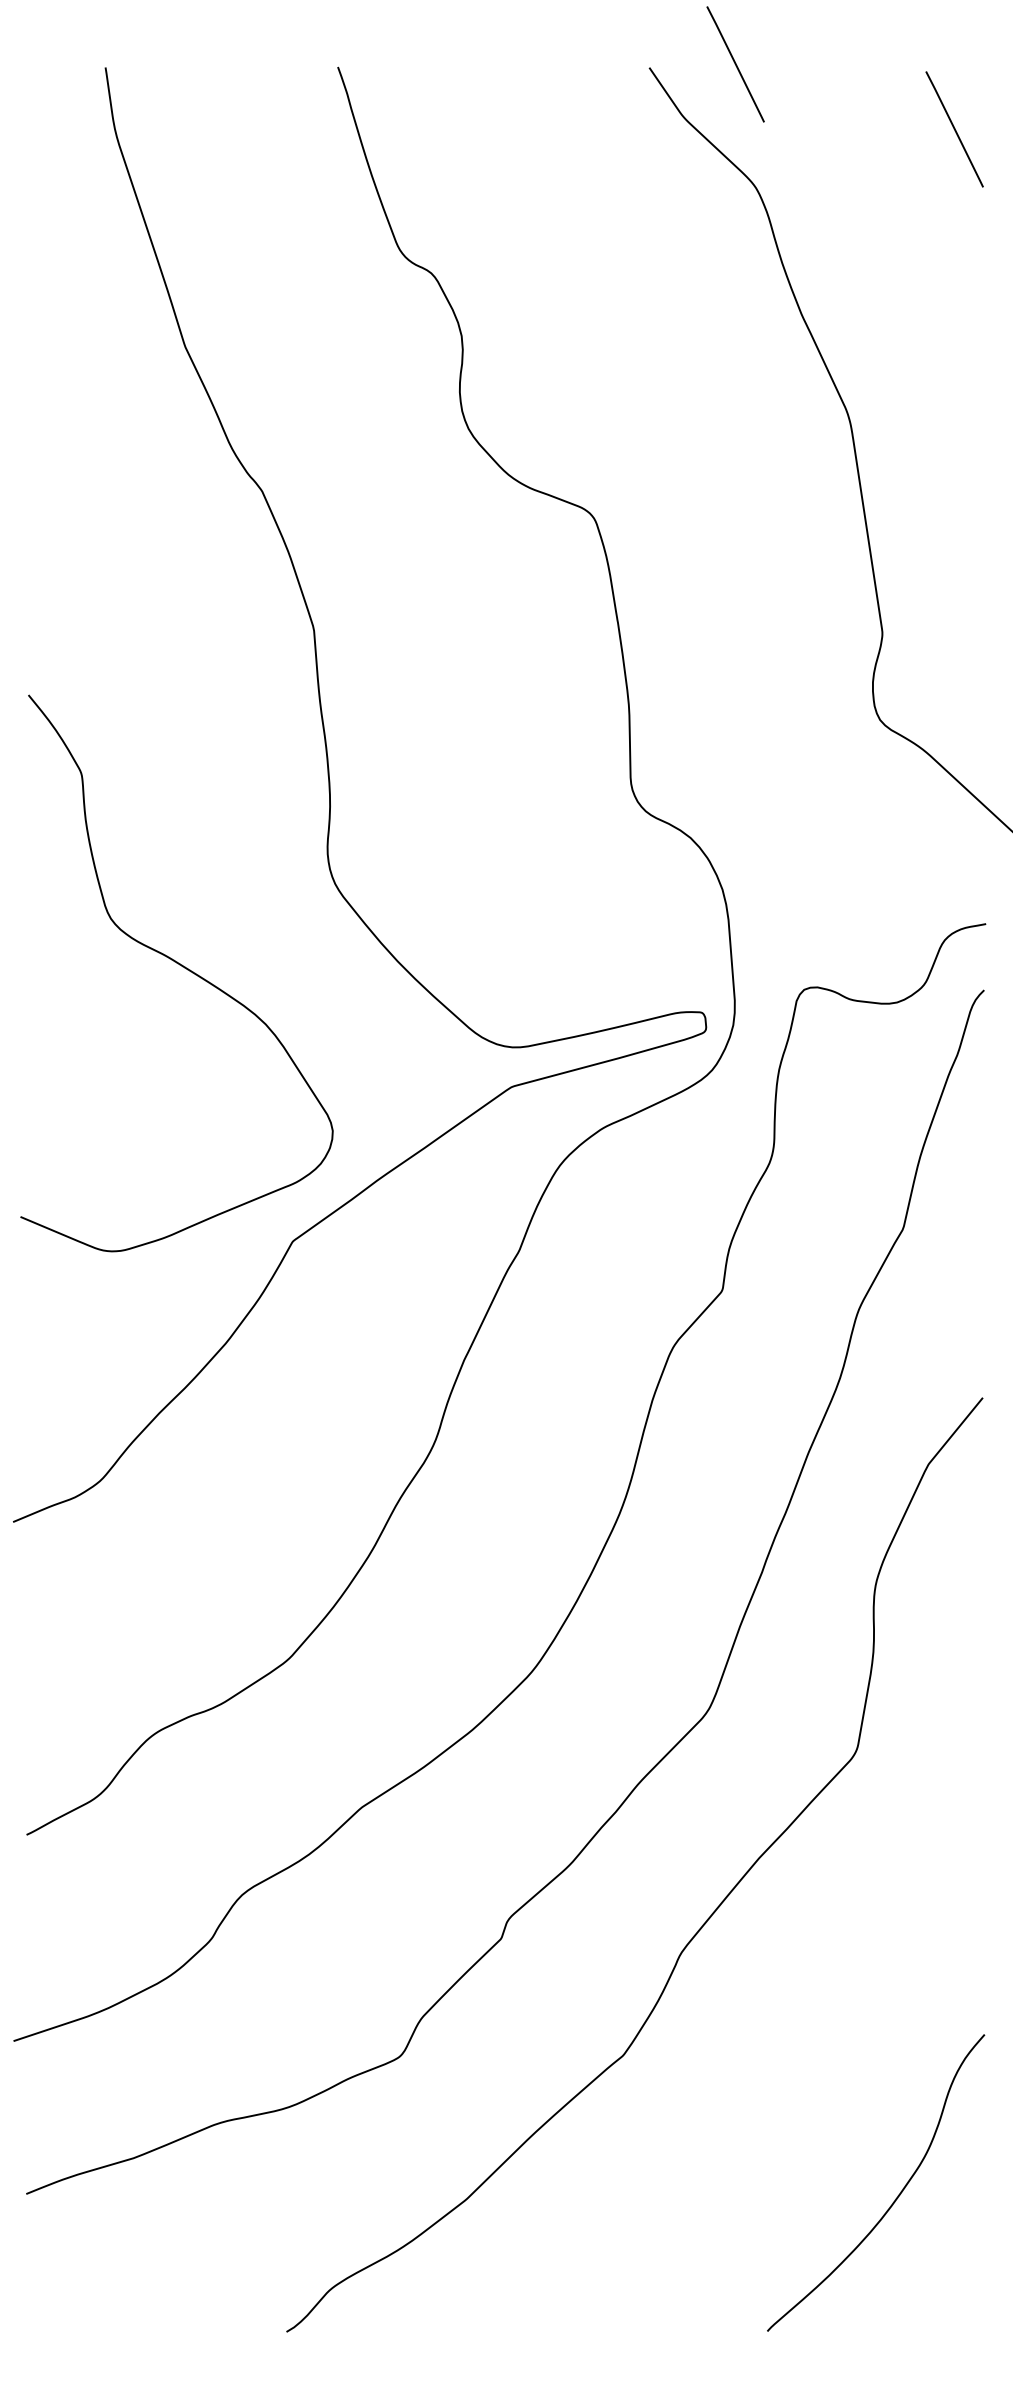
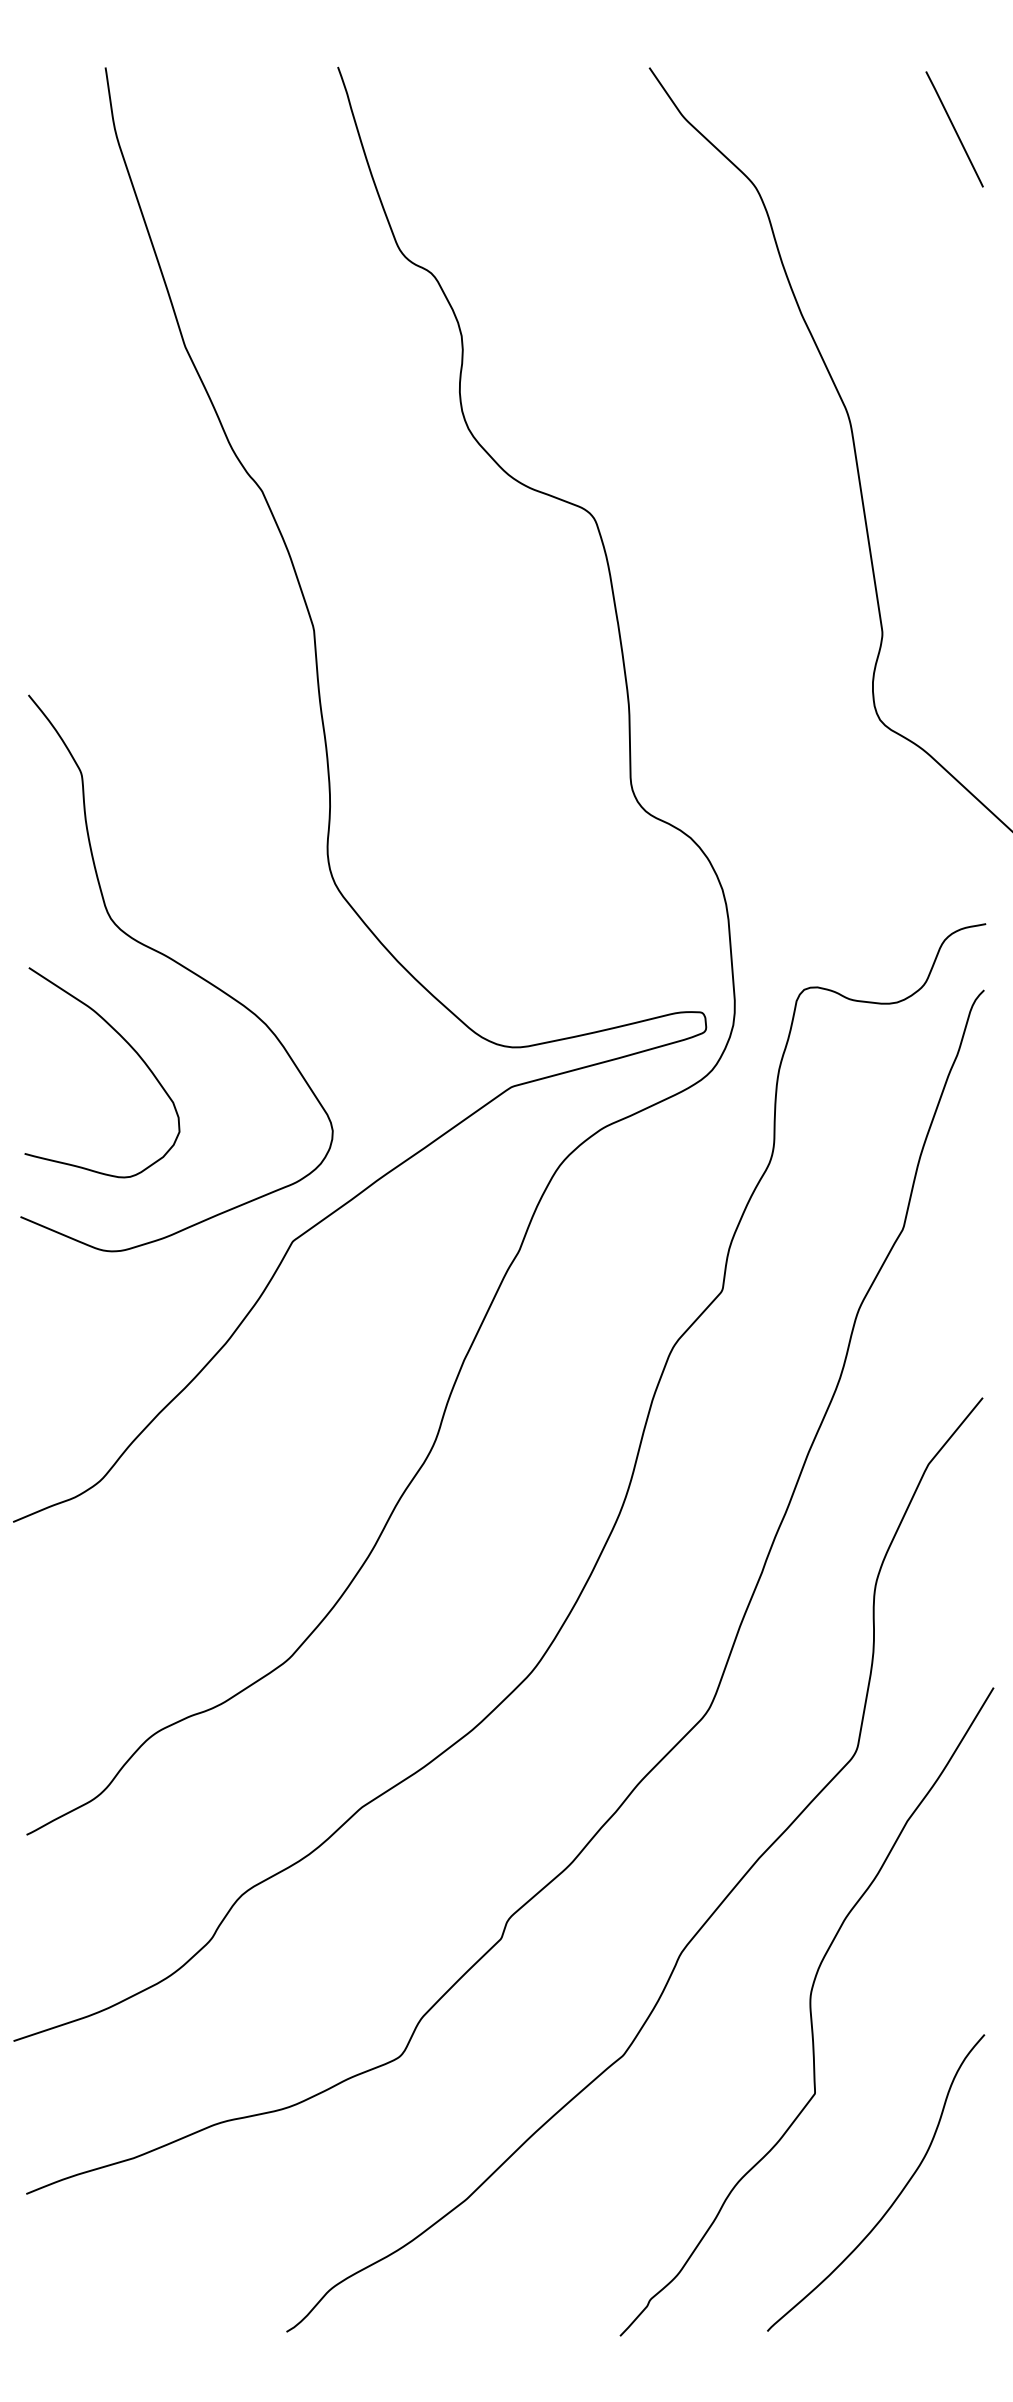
line at (735, 64): present -> none
curve at (128, 1045): none -> present
curve at (809, 2011): none -> present
